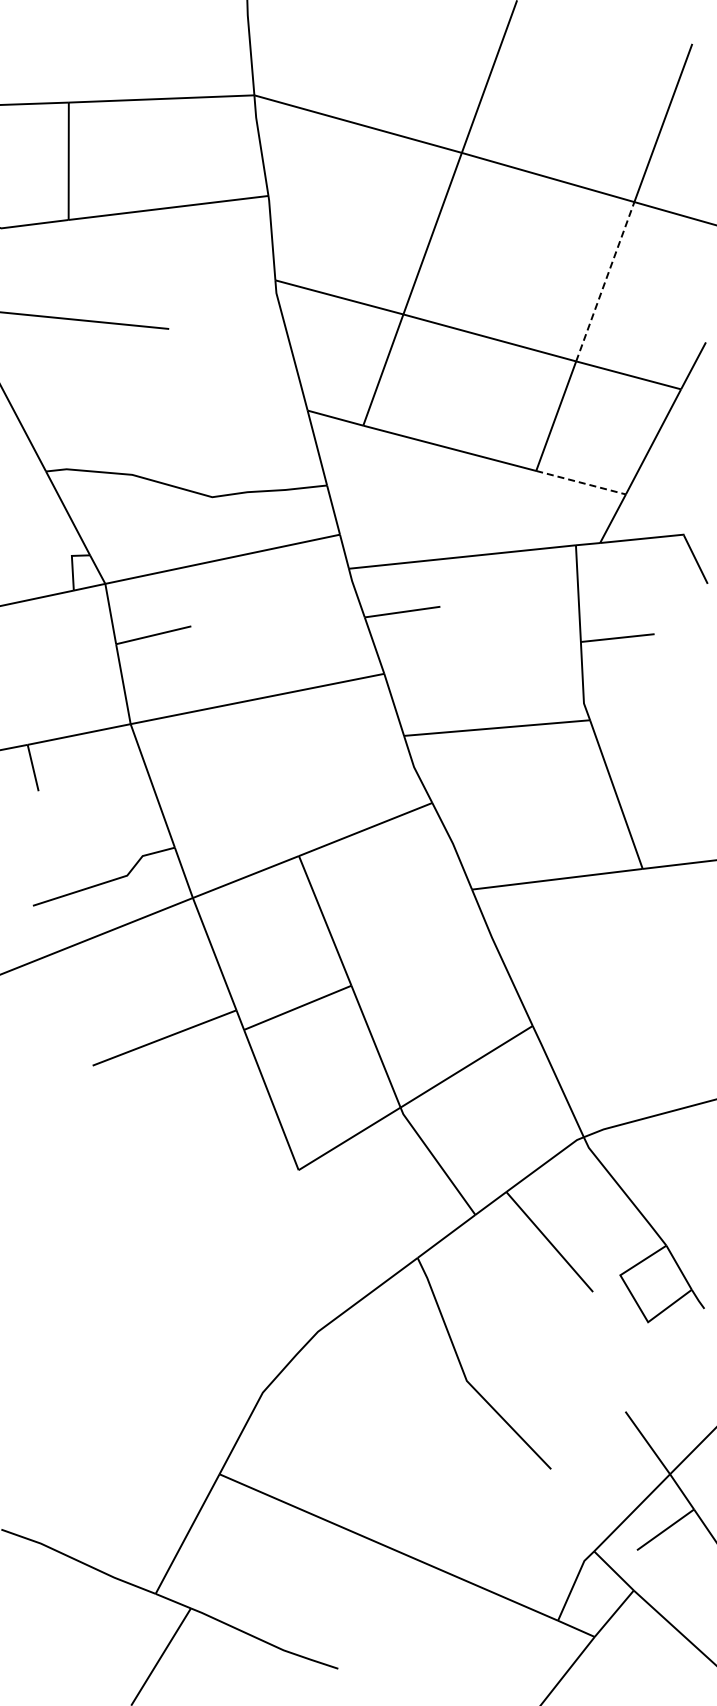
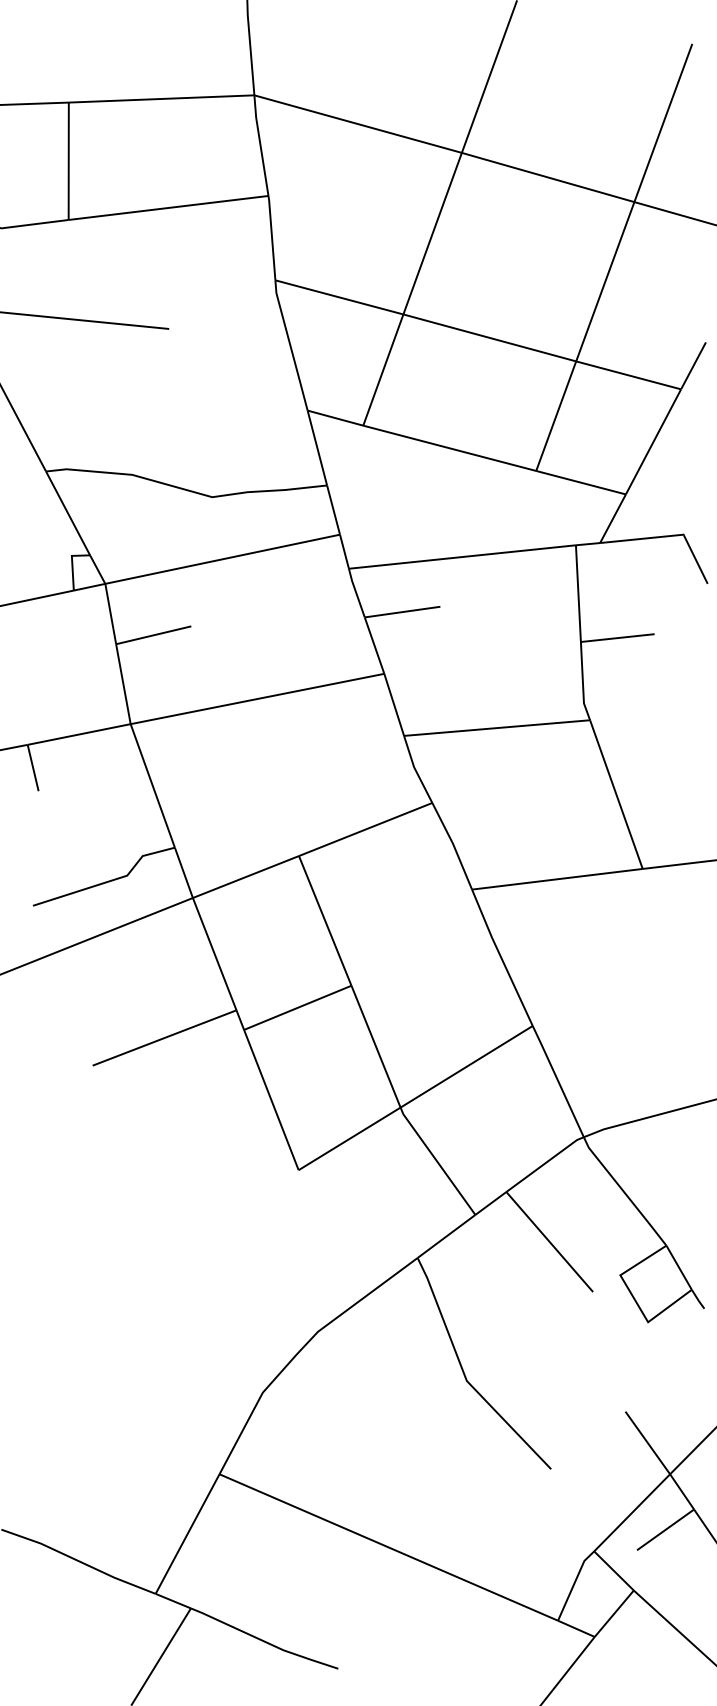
line at (605, 281): dashed -> solid
line at (581, 482): dashed -> solid
